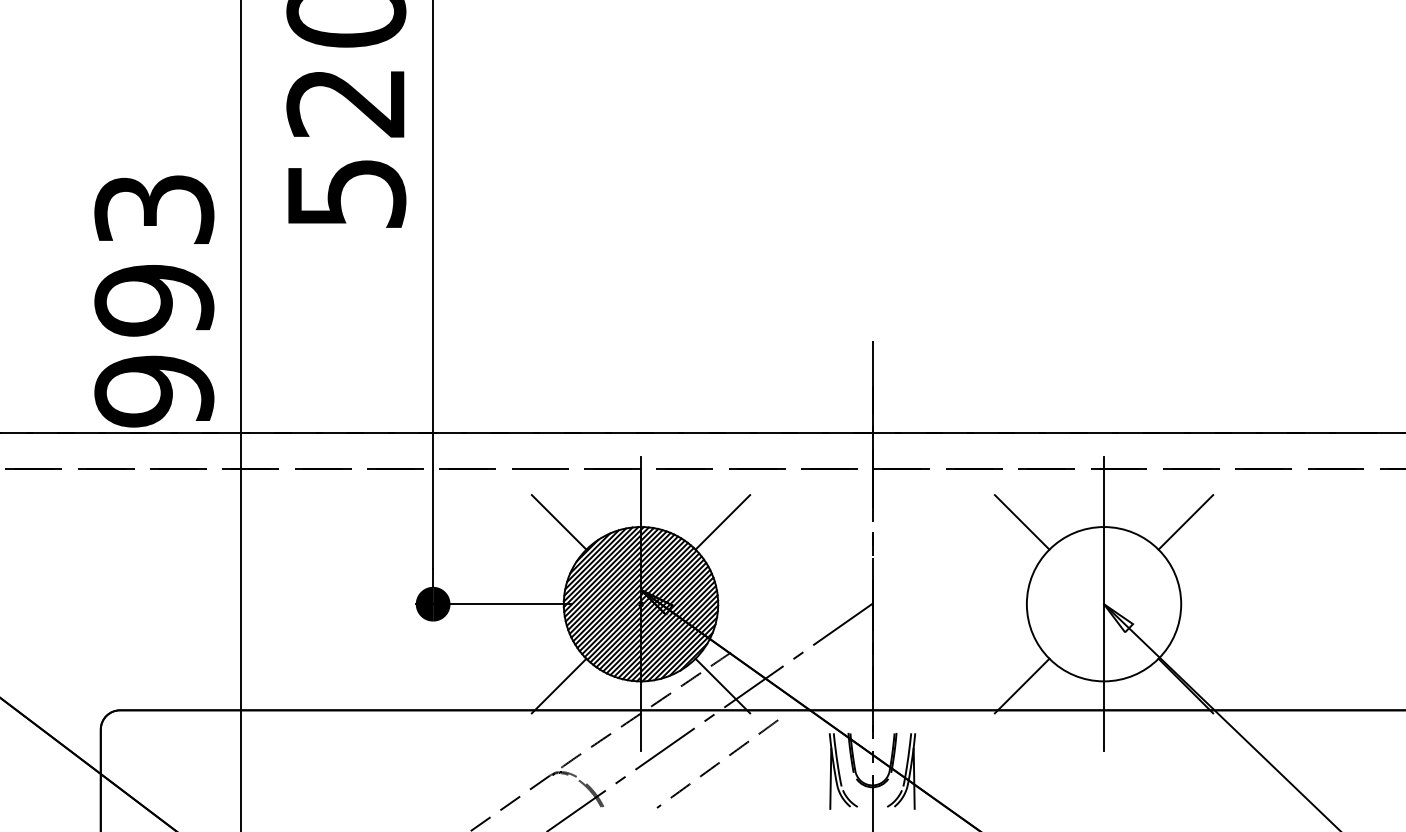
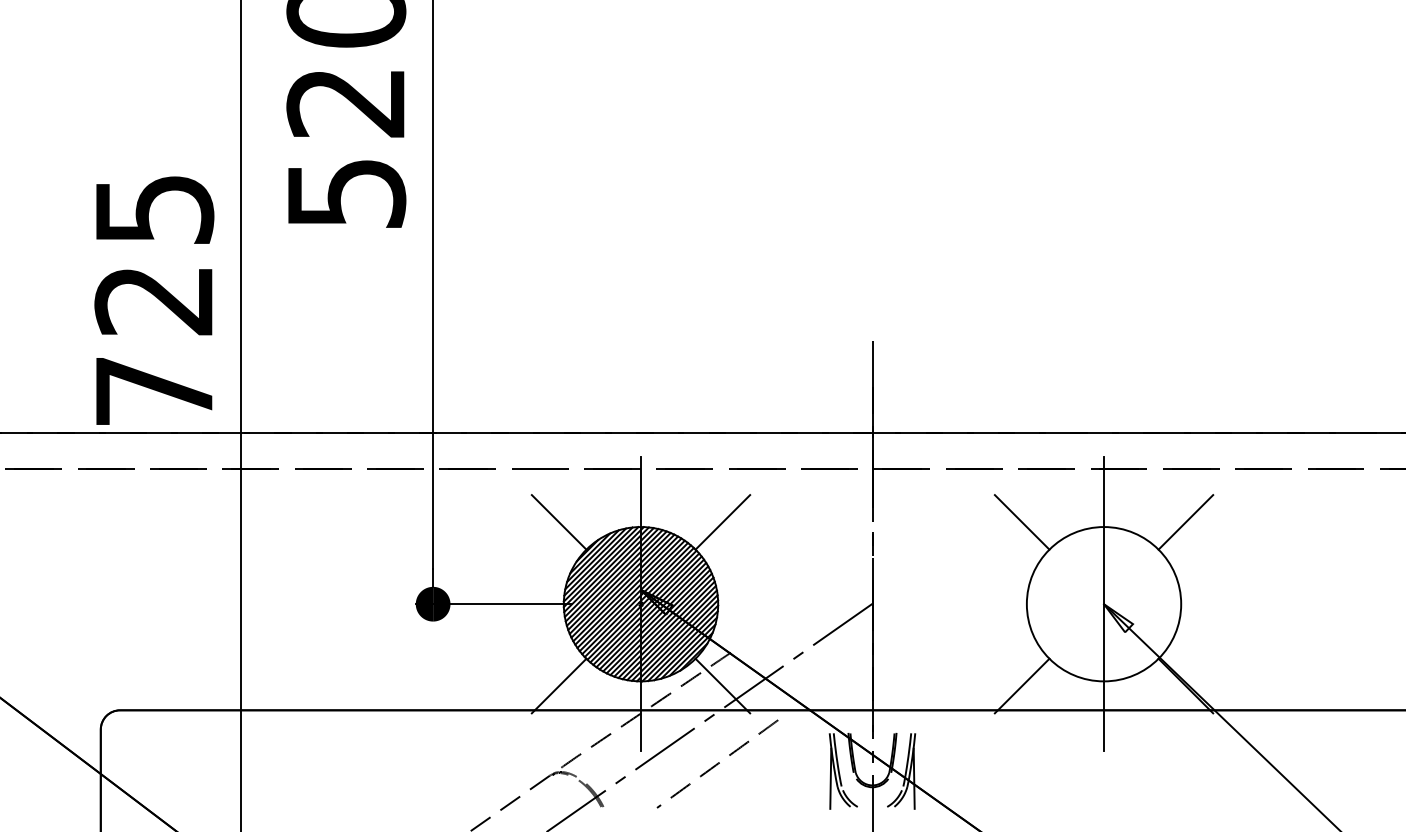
text at (154, 301): 993 -> 725
